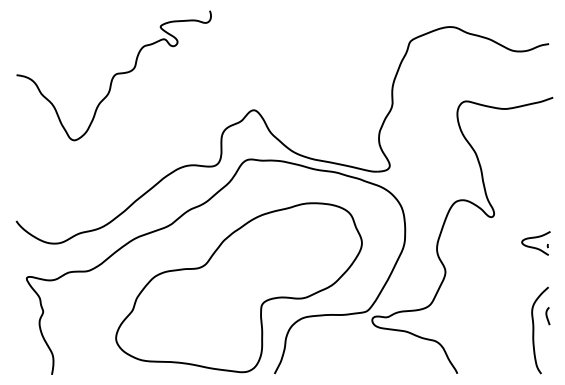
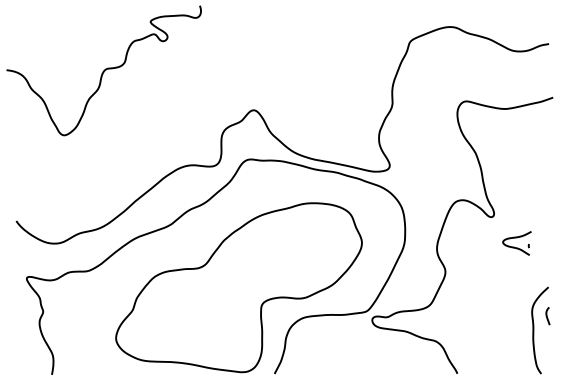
curve at (113, 75) position: (113, 75) -> (103, 70)
part at (535, 243) position: (535, 243) -> (516, 243)
